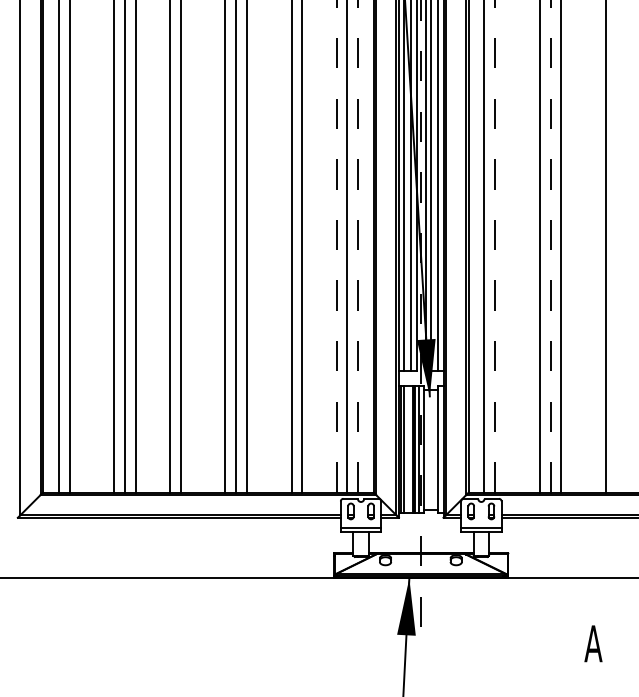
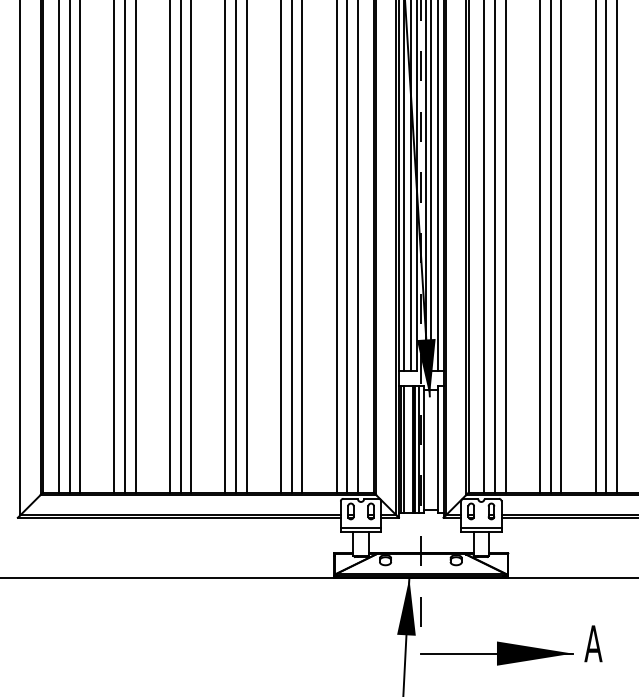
line at (336, 245): dashed -> solid
line at (358, 245): dashed -> solid
line at (495, 245): dashed -> solid
line at (550, 245): dashed -> solid
line at (80, 247): none -> present
line at (191, 247): none -> present
line at (281, 247): none -> present
line at (505, 247): none -> present
line at (595, 247): none -> present
line at (616, 247): none -> present
part at (496, 653): none -> present
